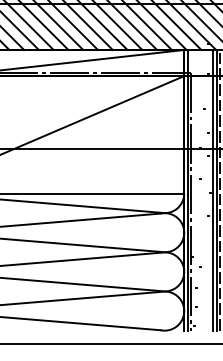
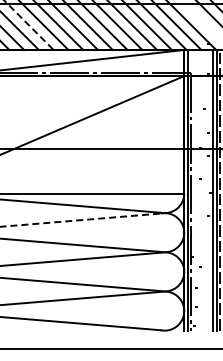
line at (200, 20): present -> none
line at (29, 25): solid -> dashed
line at (81, 220): solid -> dashed
line at (110, 343) position: (110, 343) -> (110, 348)
